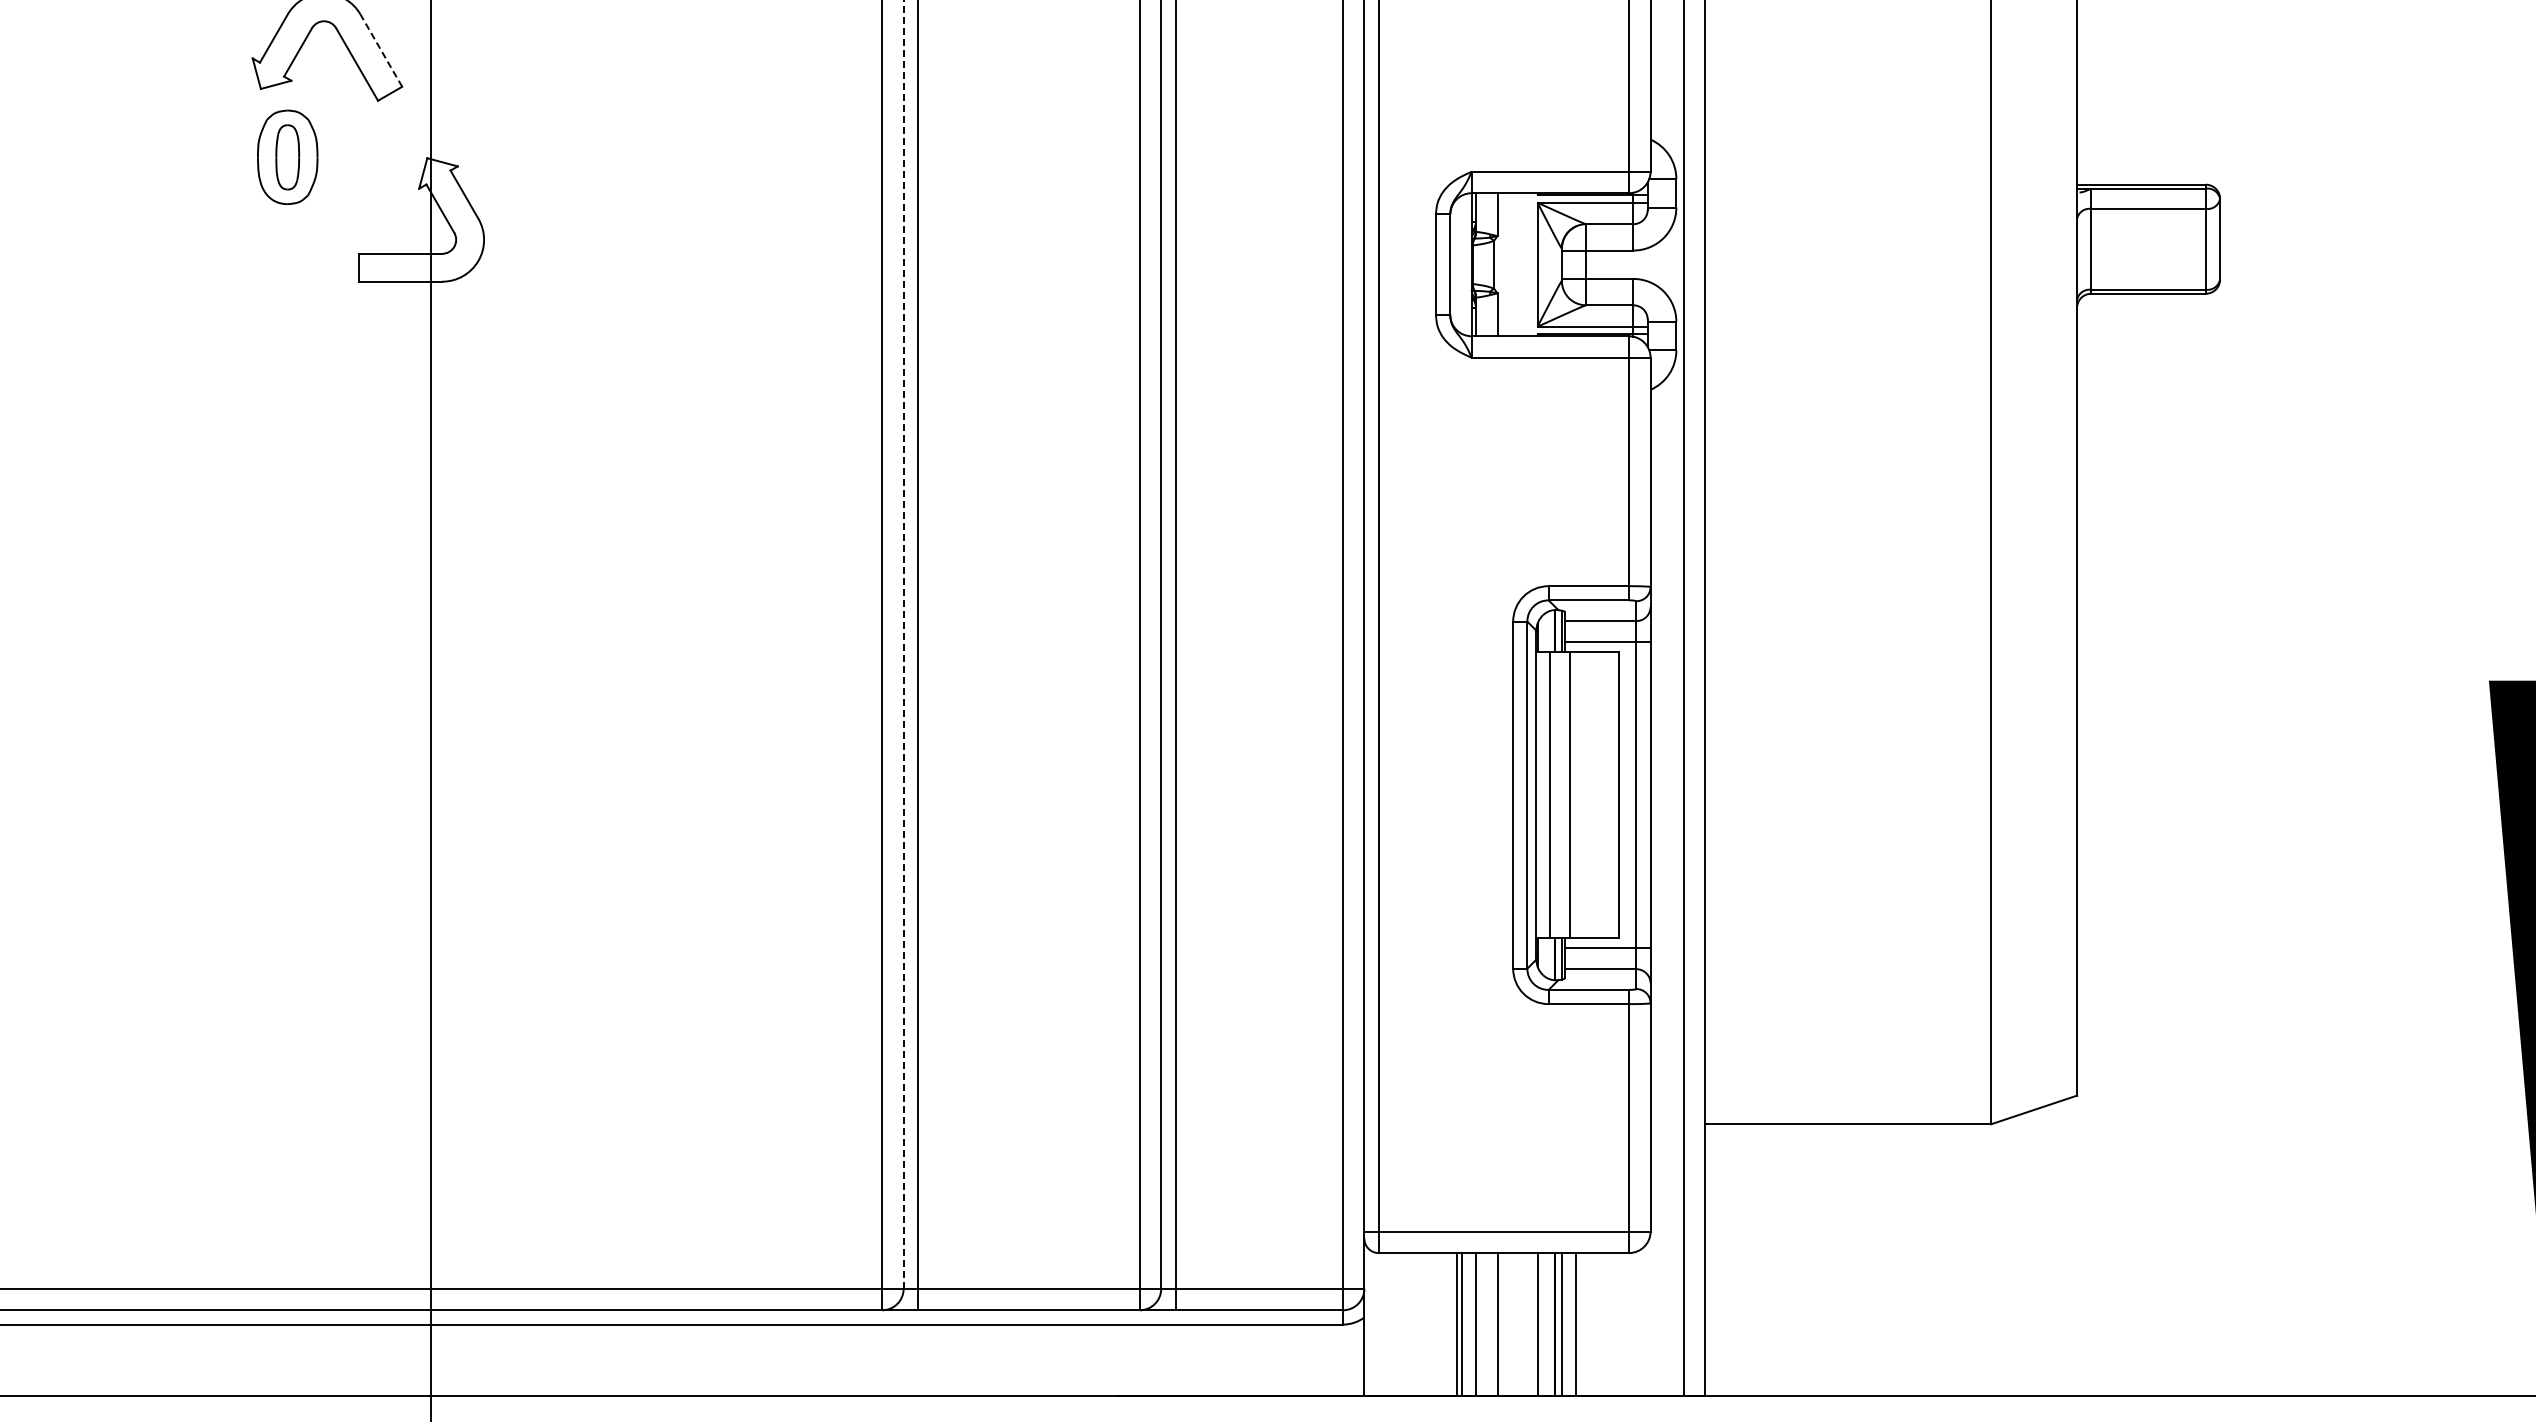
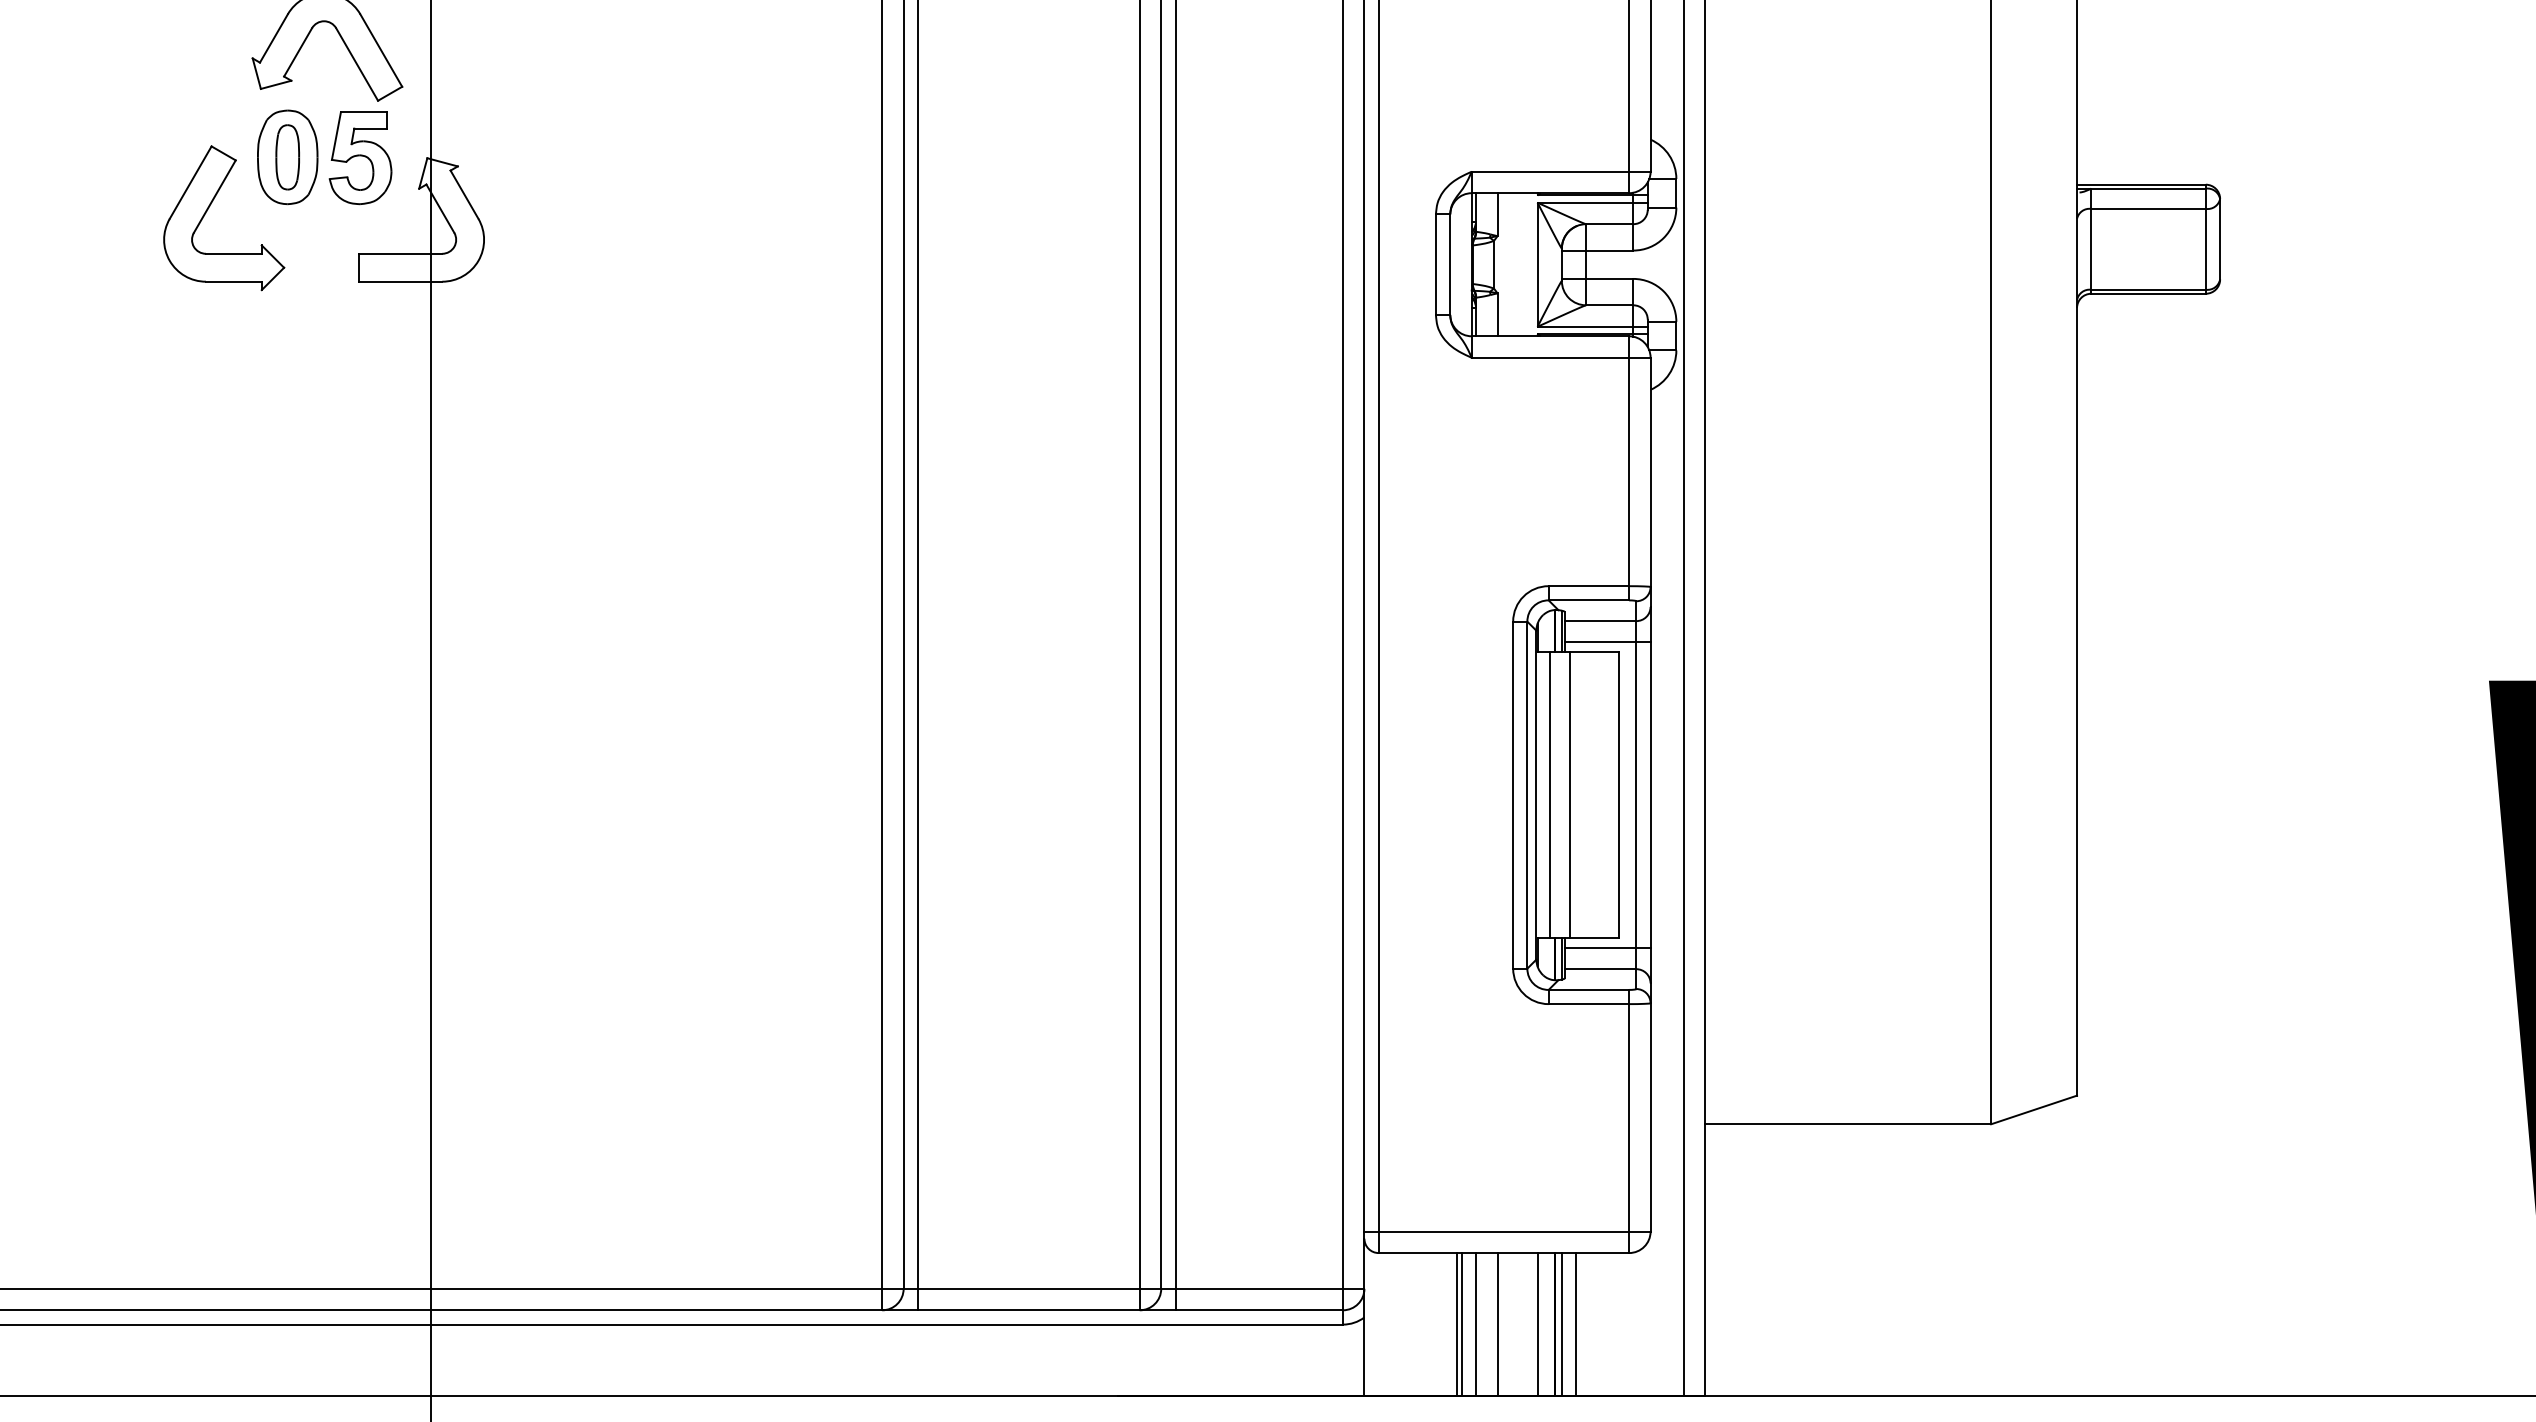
line at (381, 50): dashed -> solid
part at (360, 158): none -> present
part at (209, 208): none -> present
line at (903, 644): dashed -> solid
